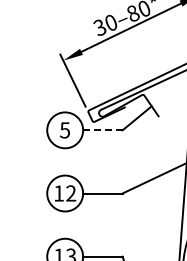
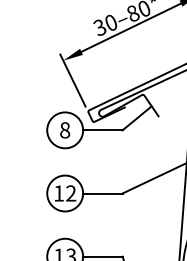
text at (65, 130): 5 -> 8
line at (102, 130): dashed -> solid
